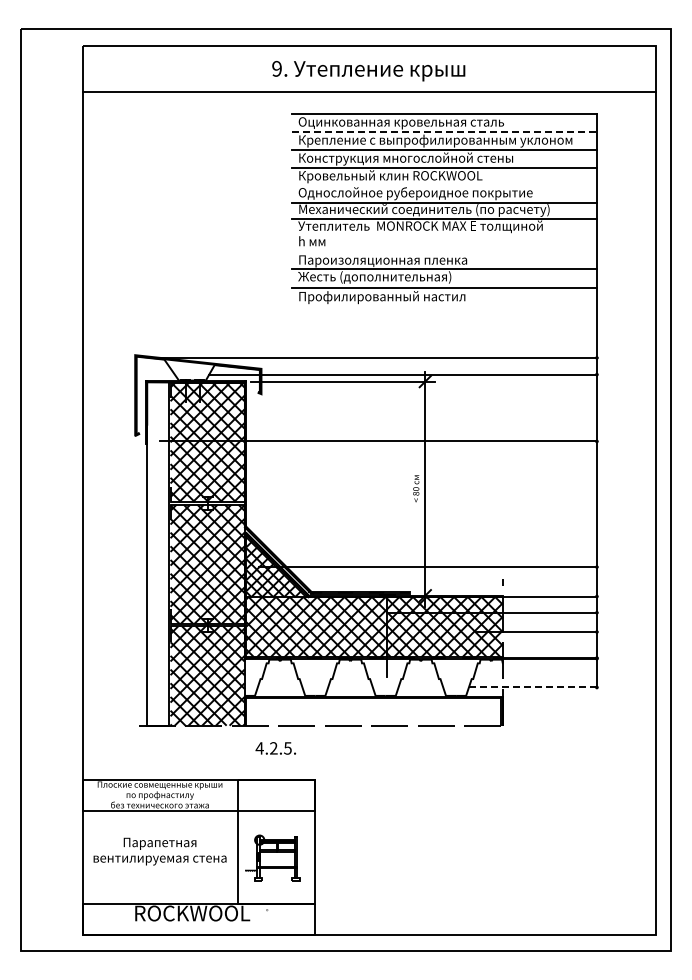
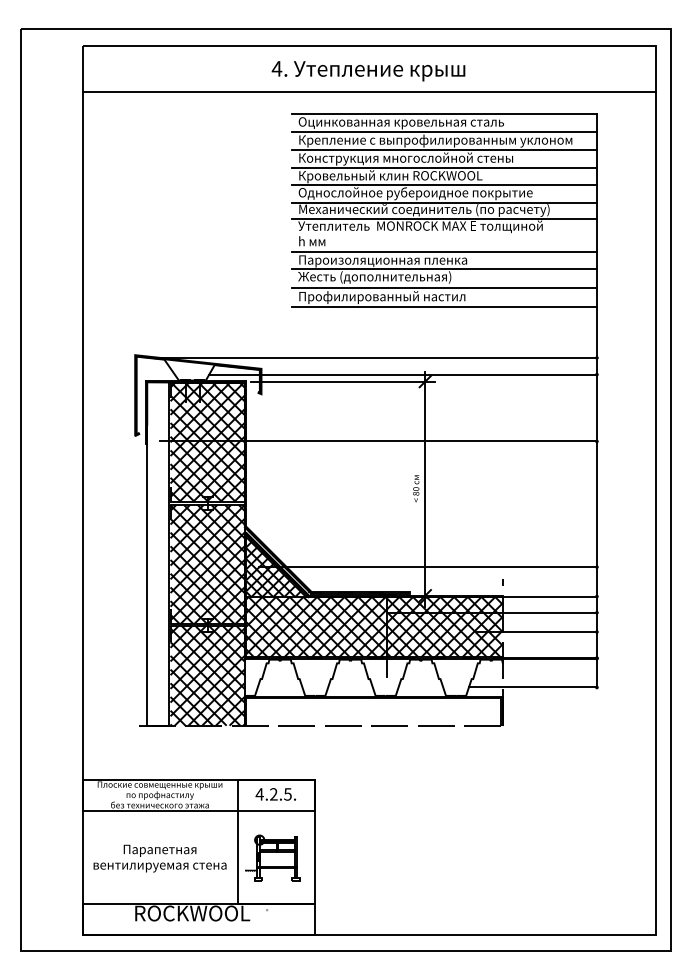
text at (276, 68): 9. -> 4.
line at (444, 132): dashed -> solid
line at (443, 185): none -> present
line at (443, 251): none -> present
line at (443, 306): none -> present
line at (533, 687): dashed -> solid
text at (275, 748) position: (275, 748) -> (275, 794)
text at (159, 851) position: (159, 851) -> (159, 858)
